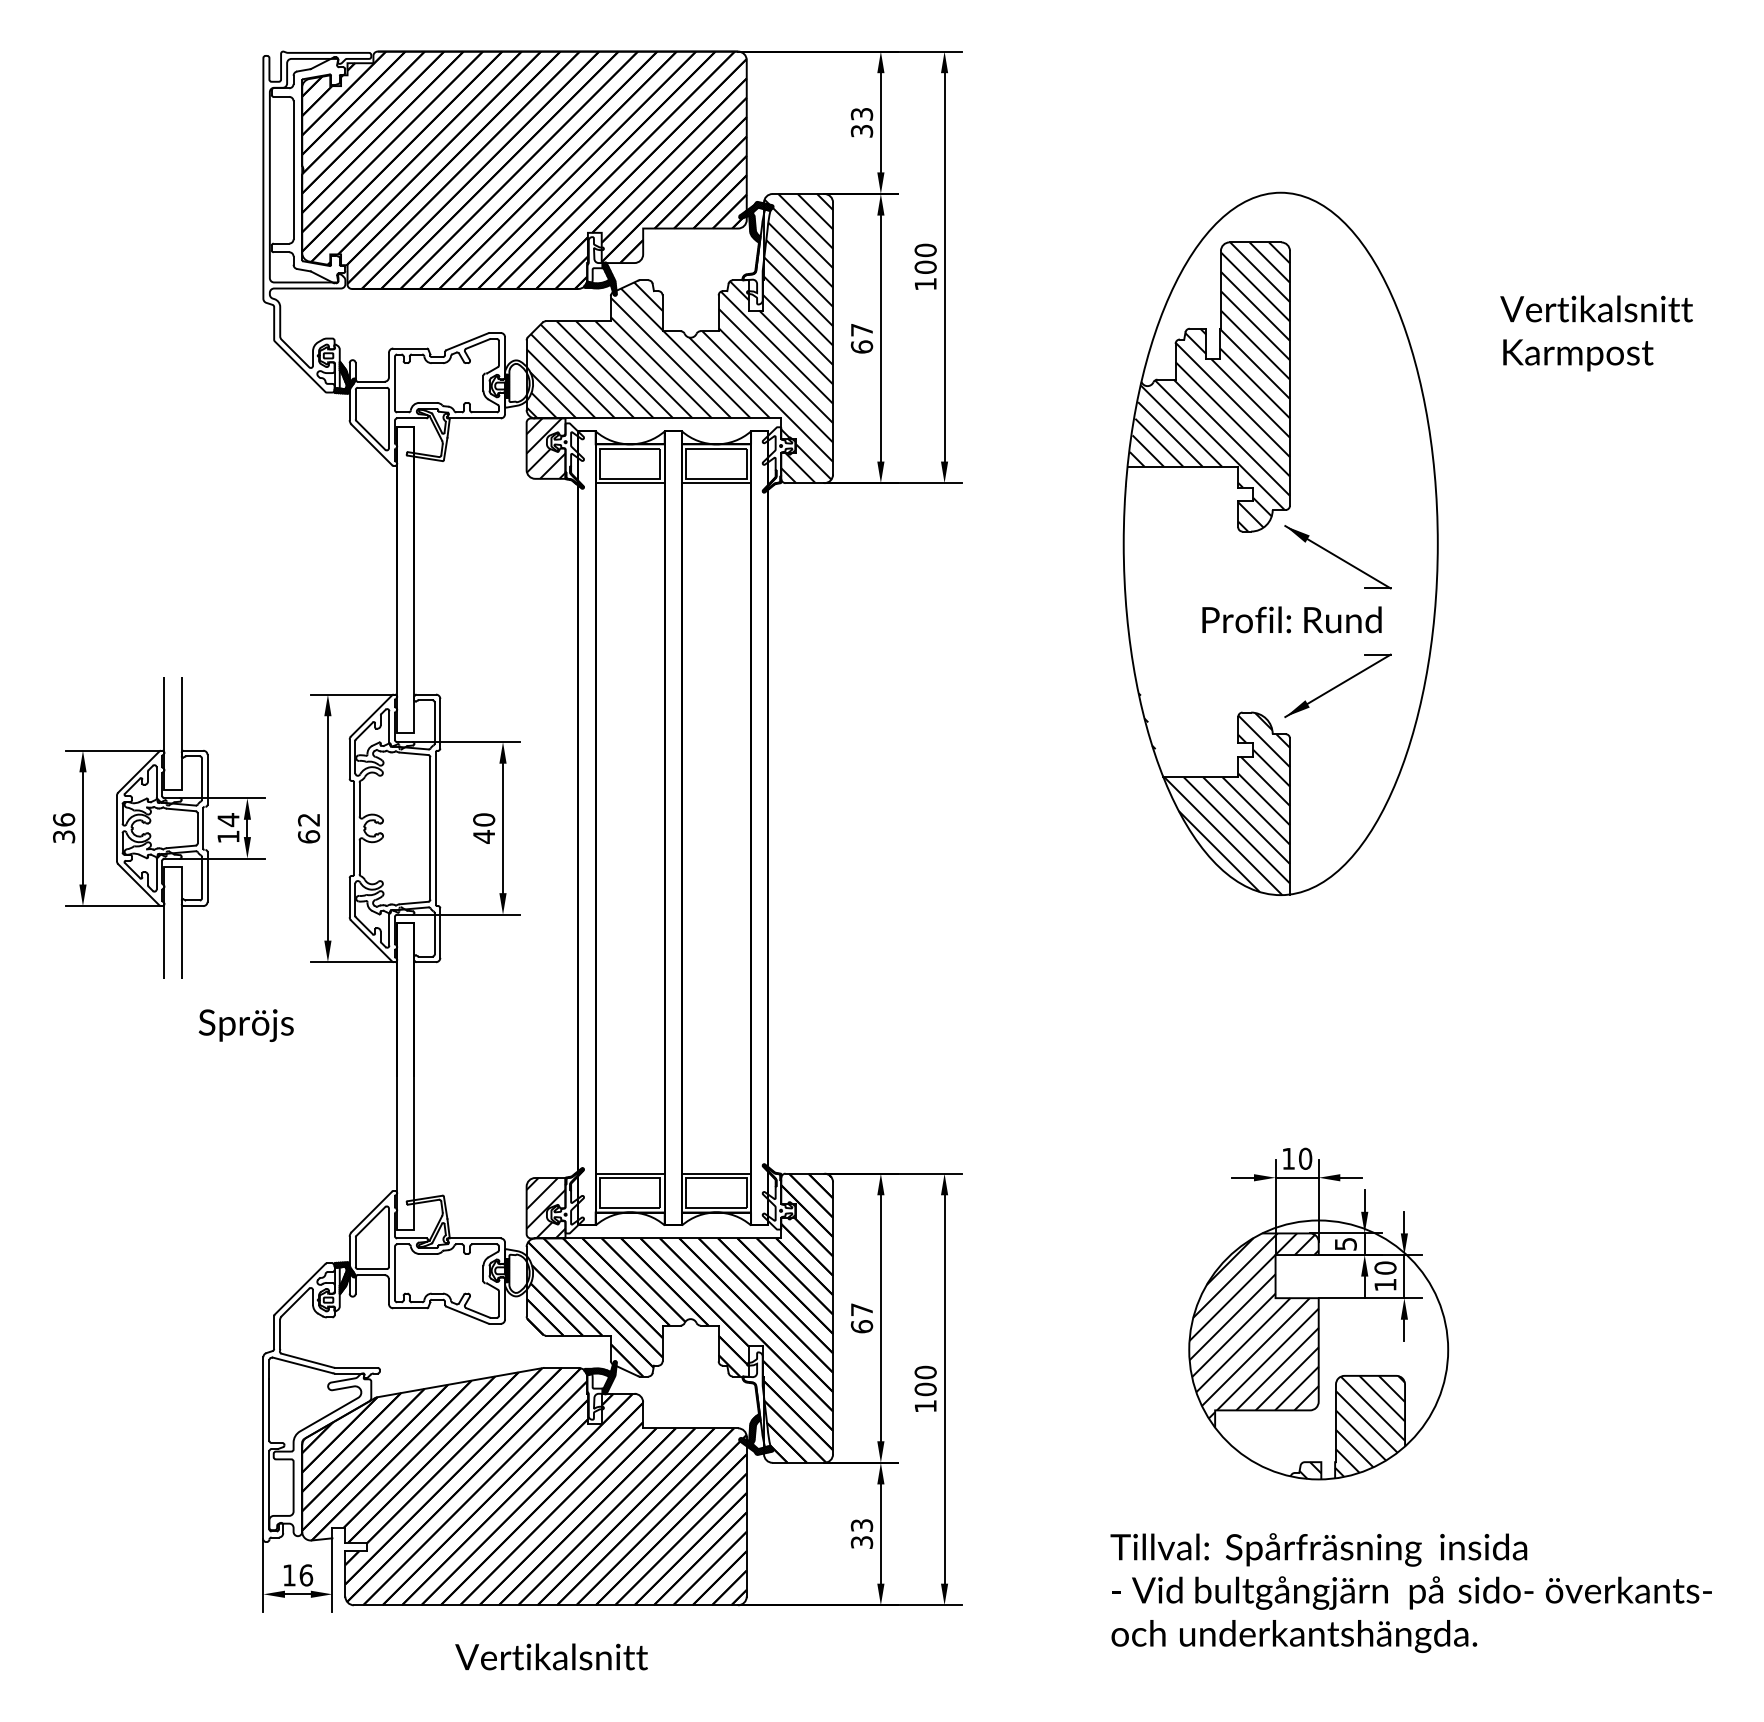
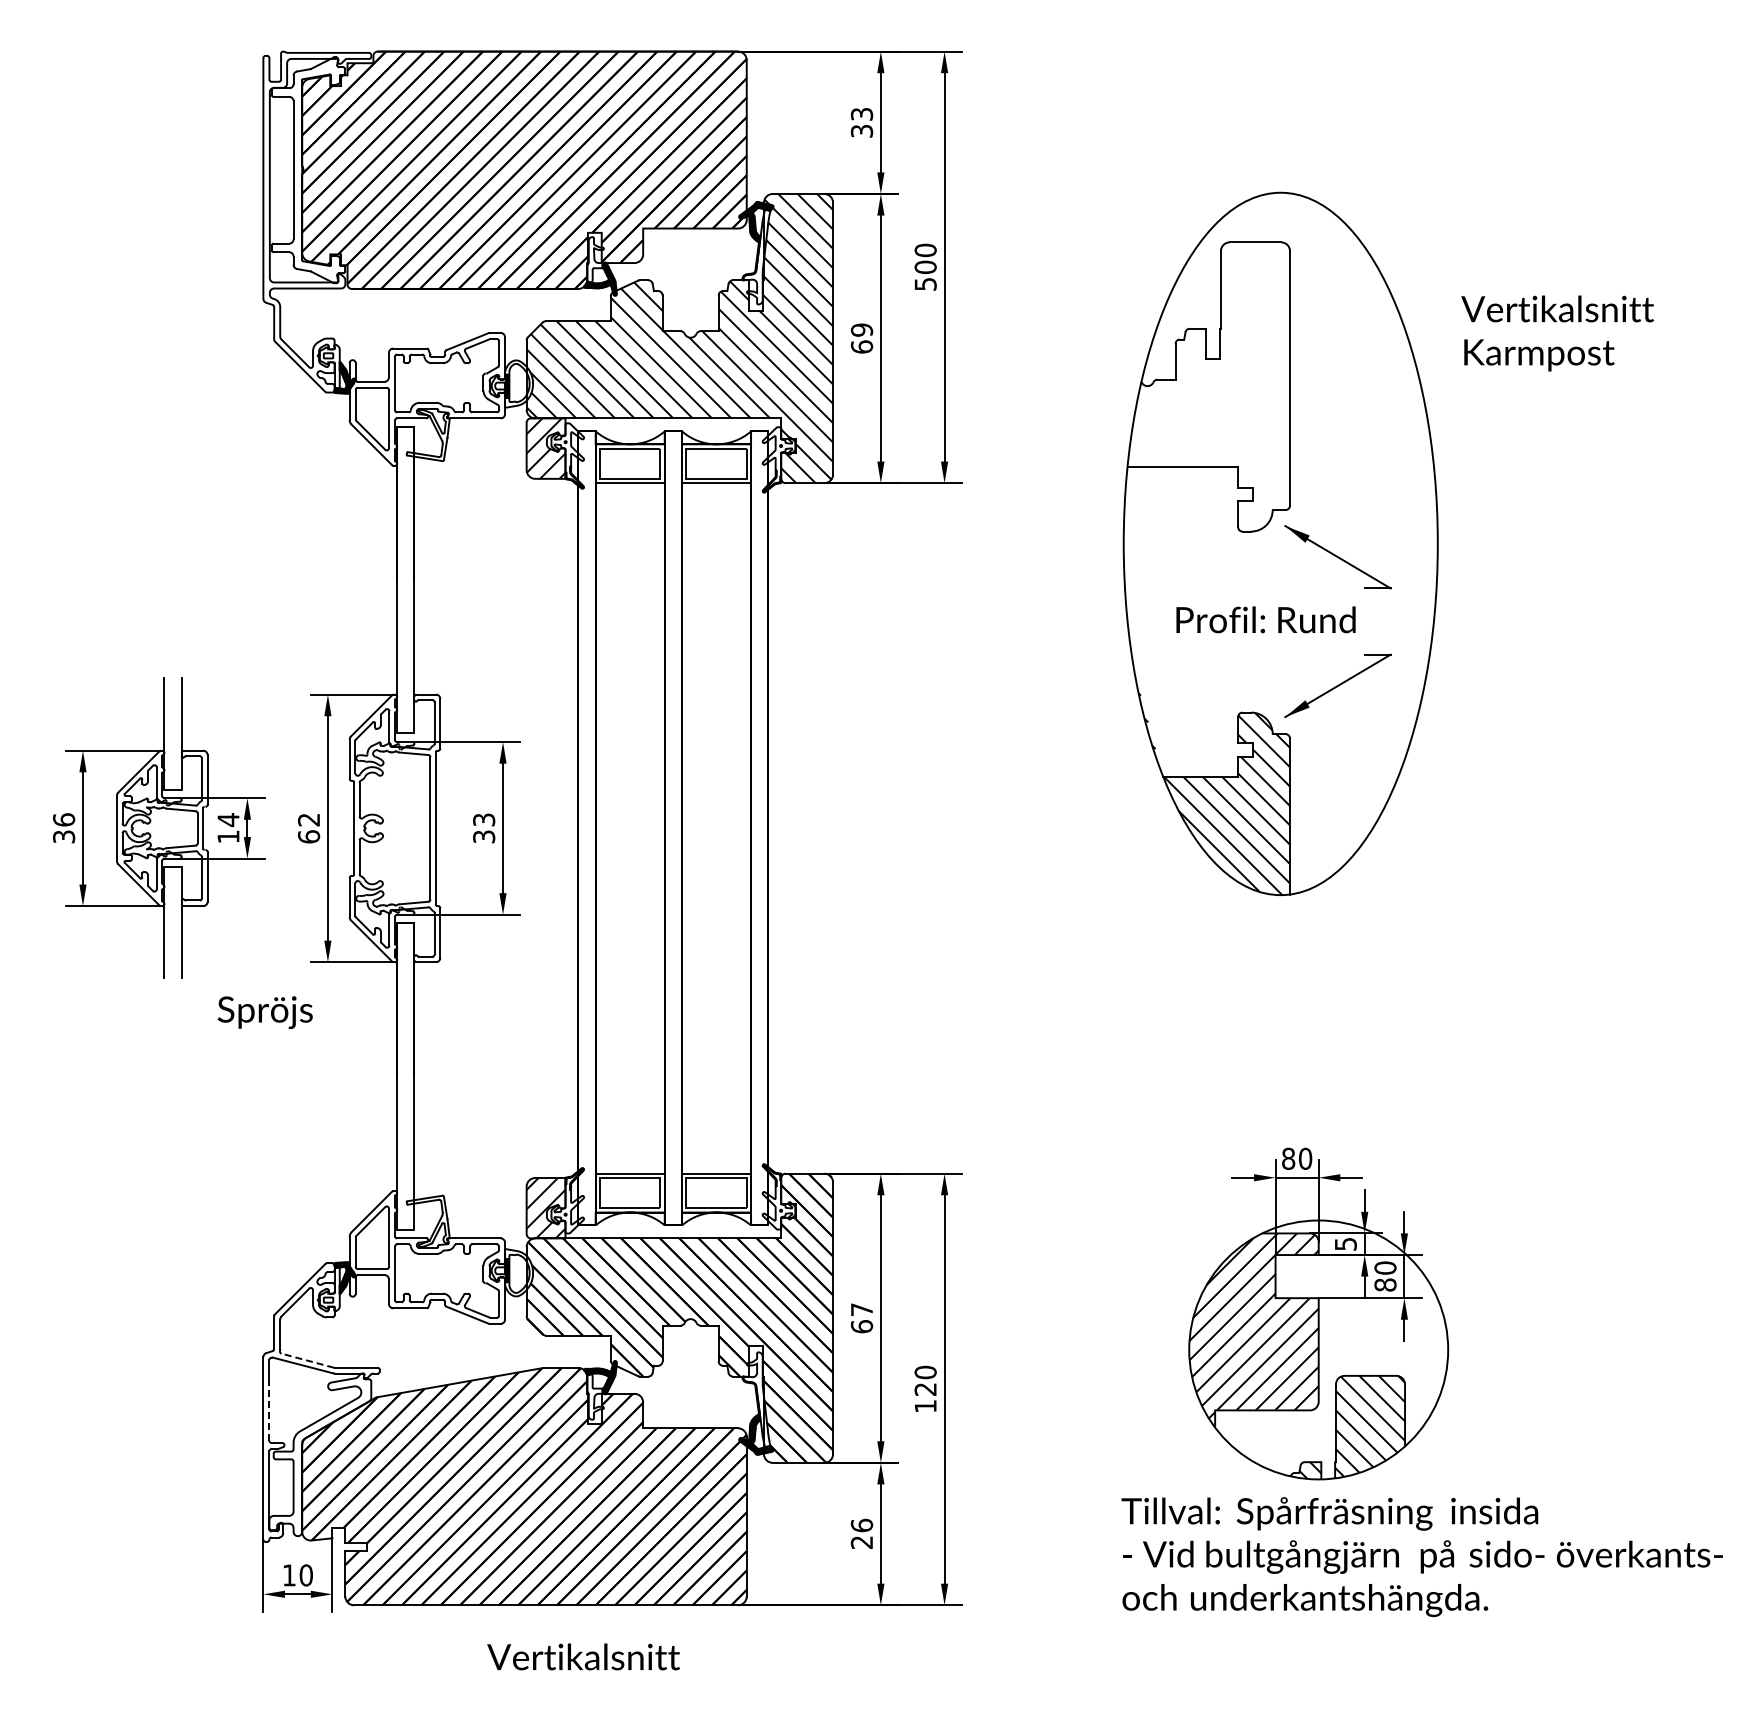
text at (925, 284): 100 -> 500
text at (861, 329): 67 -> 69
text at (1596, 333) position: (1596, 333) -> (1557, 333)
hatch at (1206, 386): present -> none
text at (1291, 619) position: (1291, 619) -> (1265, 619)
text at (484, 828): 40 -> 33
text at (245, 1025) position: (245, 1025) -> (264, 1012)
text at (1288, 1158): 10 -> 80
text at (1385, 1284): 10 -> 80
line at (307, 1360): solid -> dashed
text at (925, 1389): 100 -> 120
line at (269, 1410): solid -> dashed
text at (861, 1533): 33 -> 26
text at (306, 1575): 16 -> 10
text at (1410, 1593) position: (1410, 1593) -> (1421, 1557)
text at (551, 1656) position: (551, 1656) -> (583, 1656)
